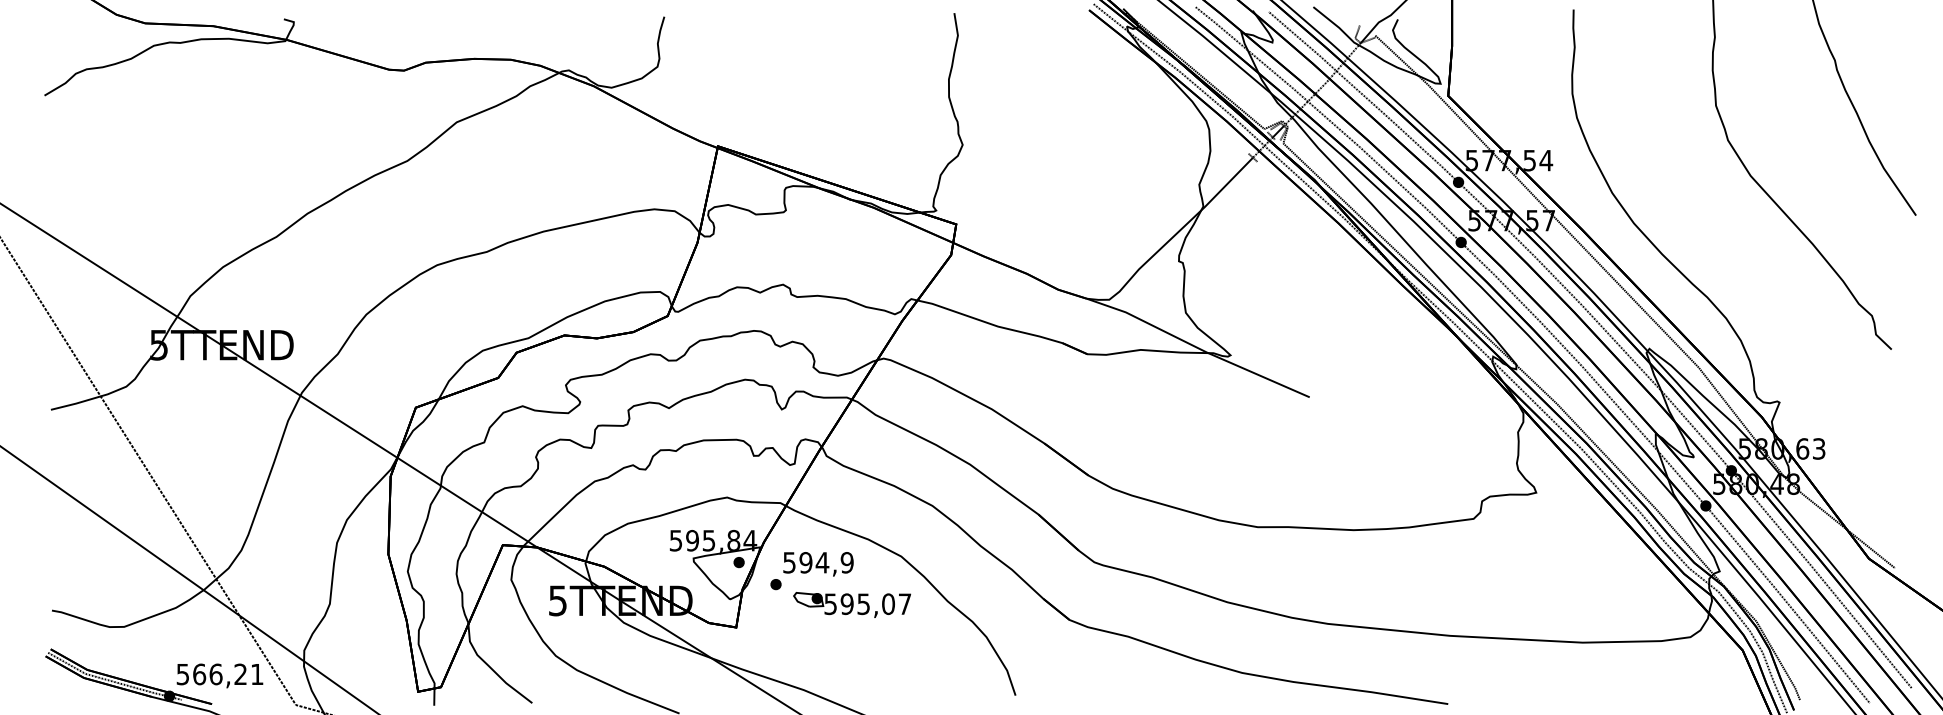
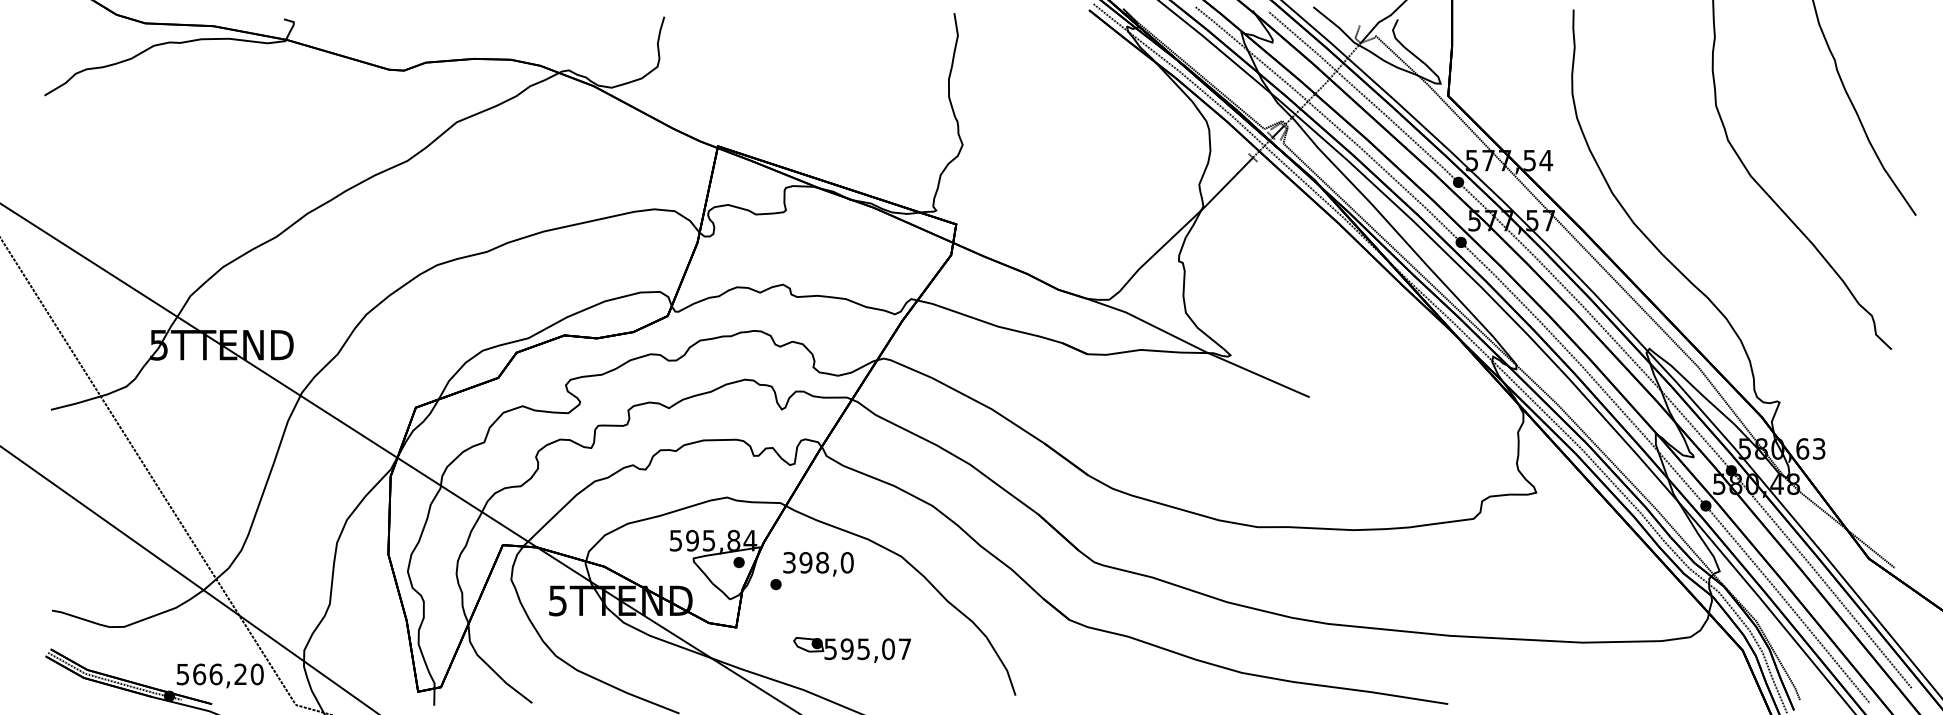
text at (818, 562): 594,9 -> 398,0
part at (851, 604) position: (851, 604) -> (851, 649)
text at (256, 674): 566,21 -> 566,20
